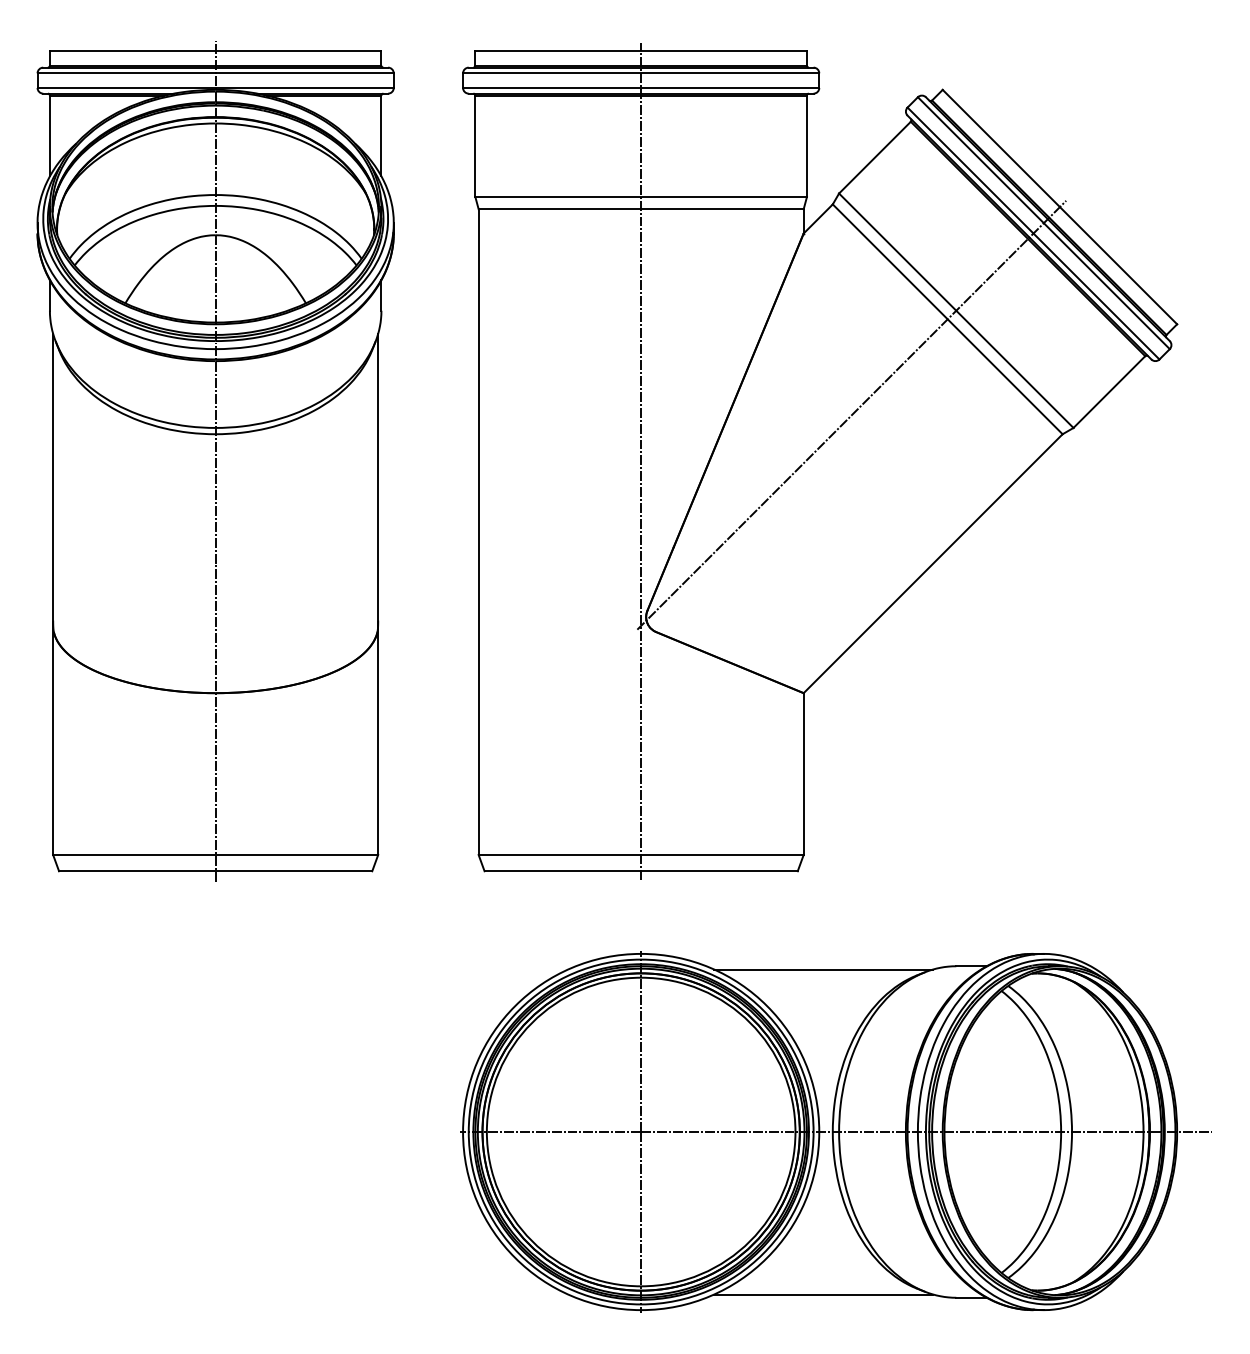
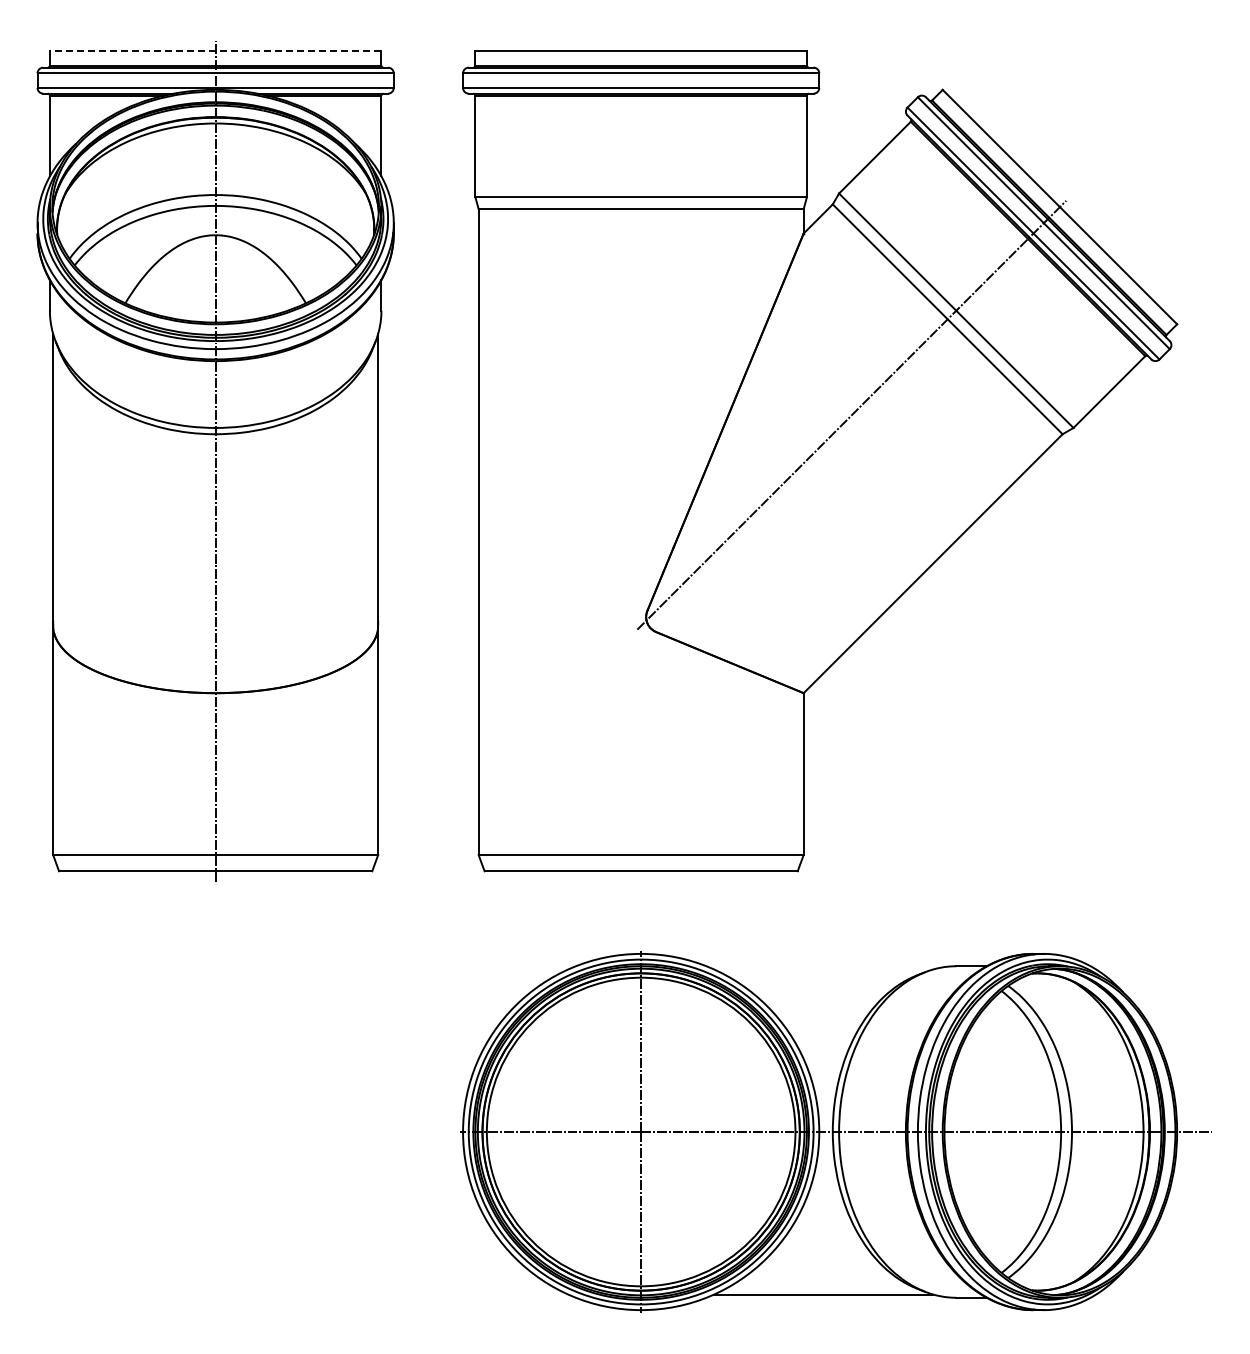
line at (215, 50): solid -> dashed
line at (641, 461): present -> none
line at (823, 969): present -> none
